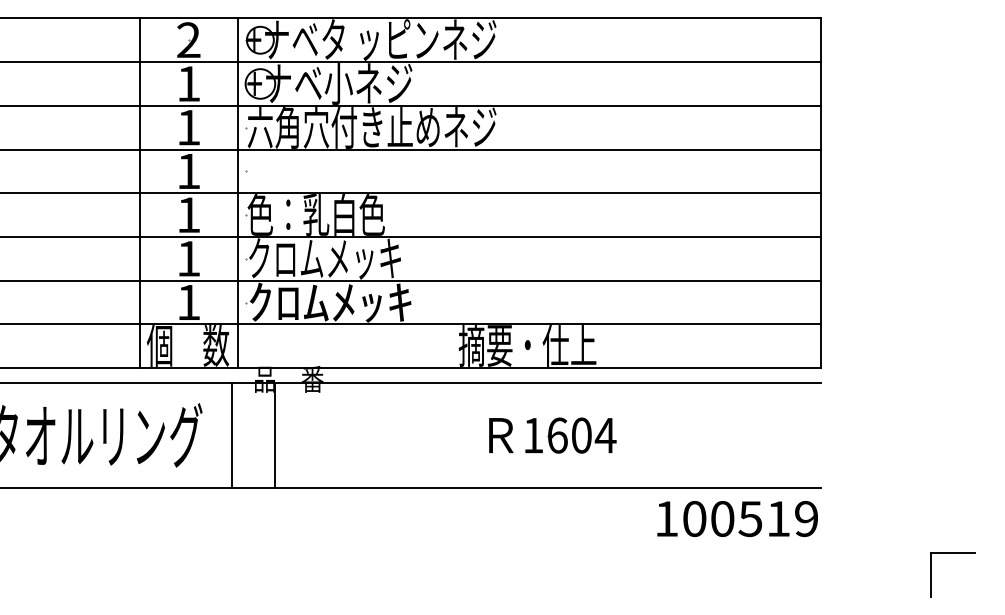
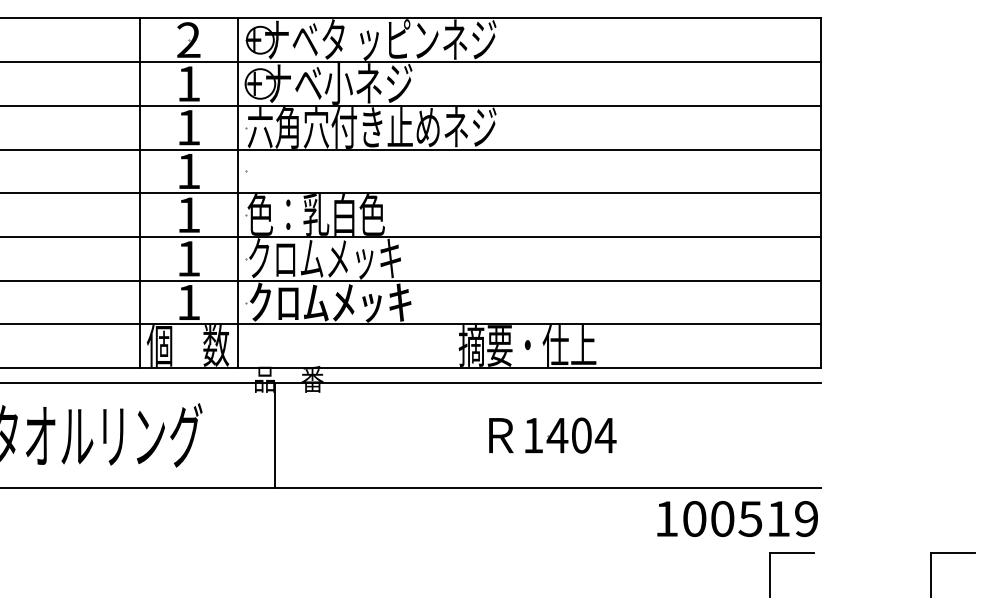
line at (231, 435): present -> none
text at (557, 435): 1604 -> 1404
part at (791, 553): none -> present
